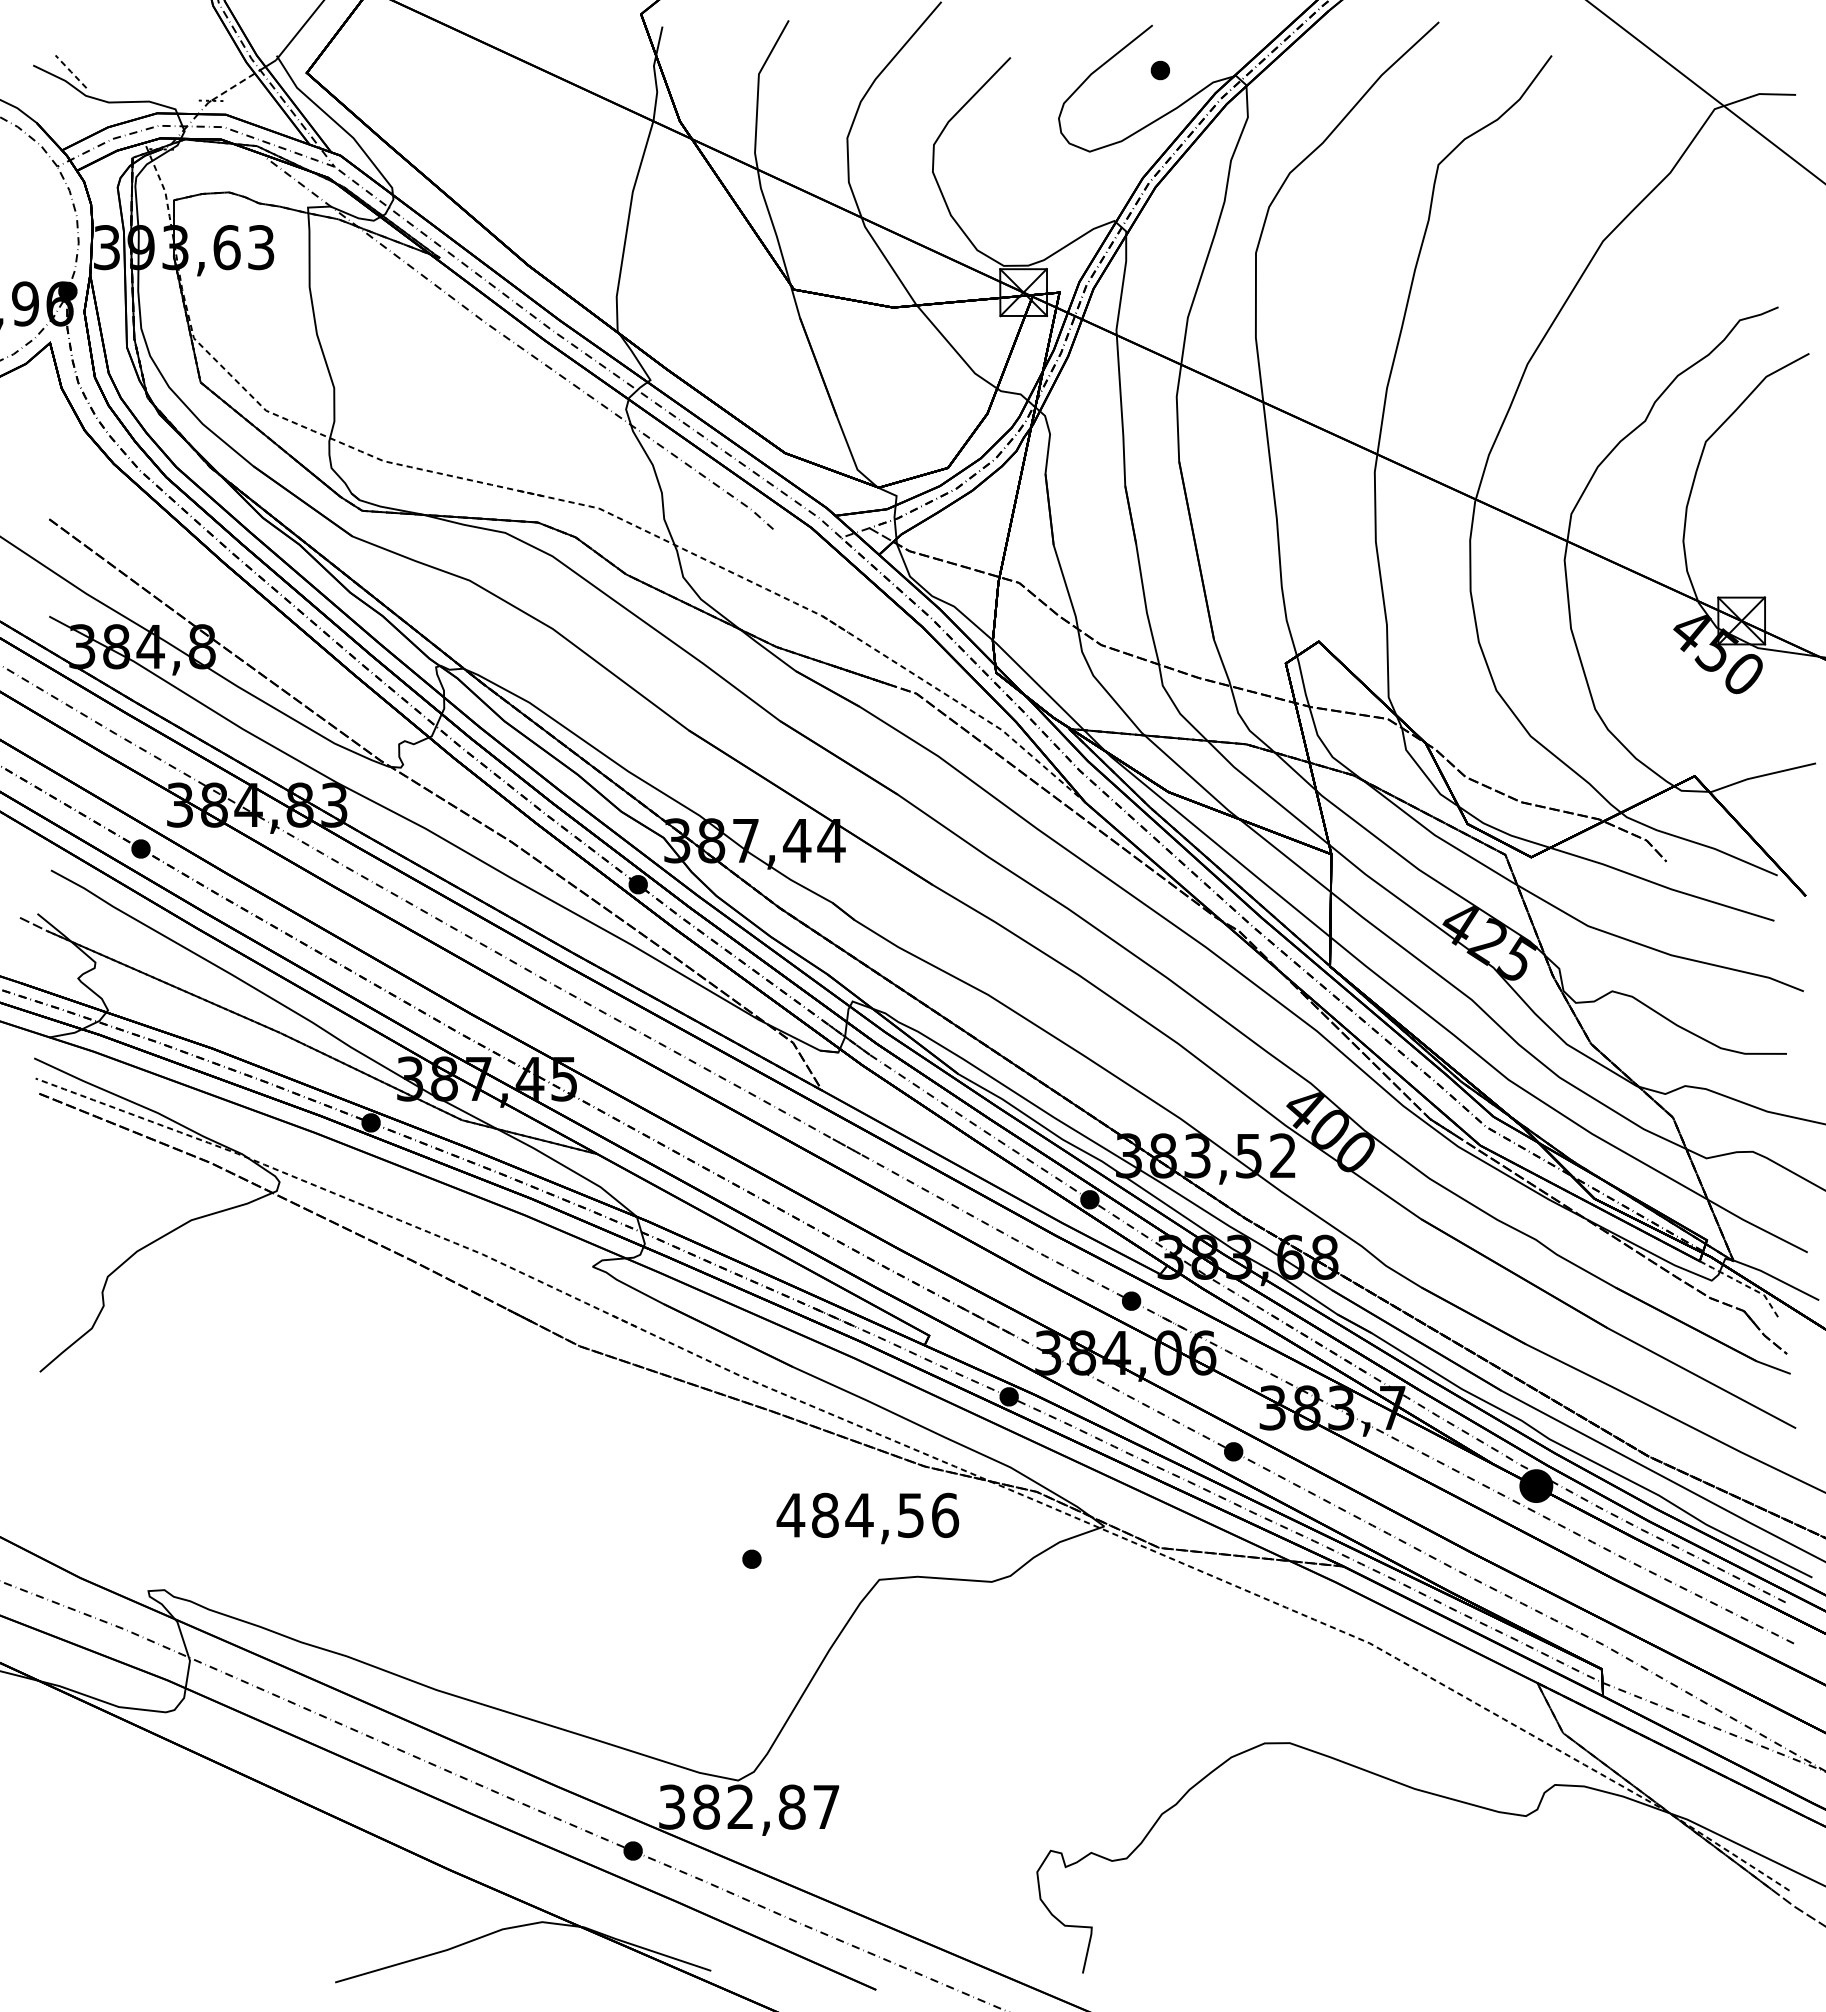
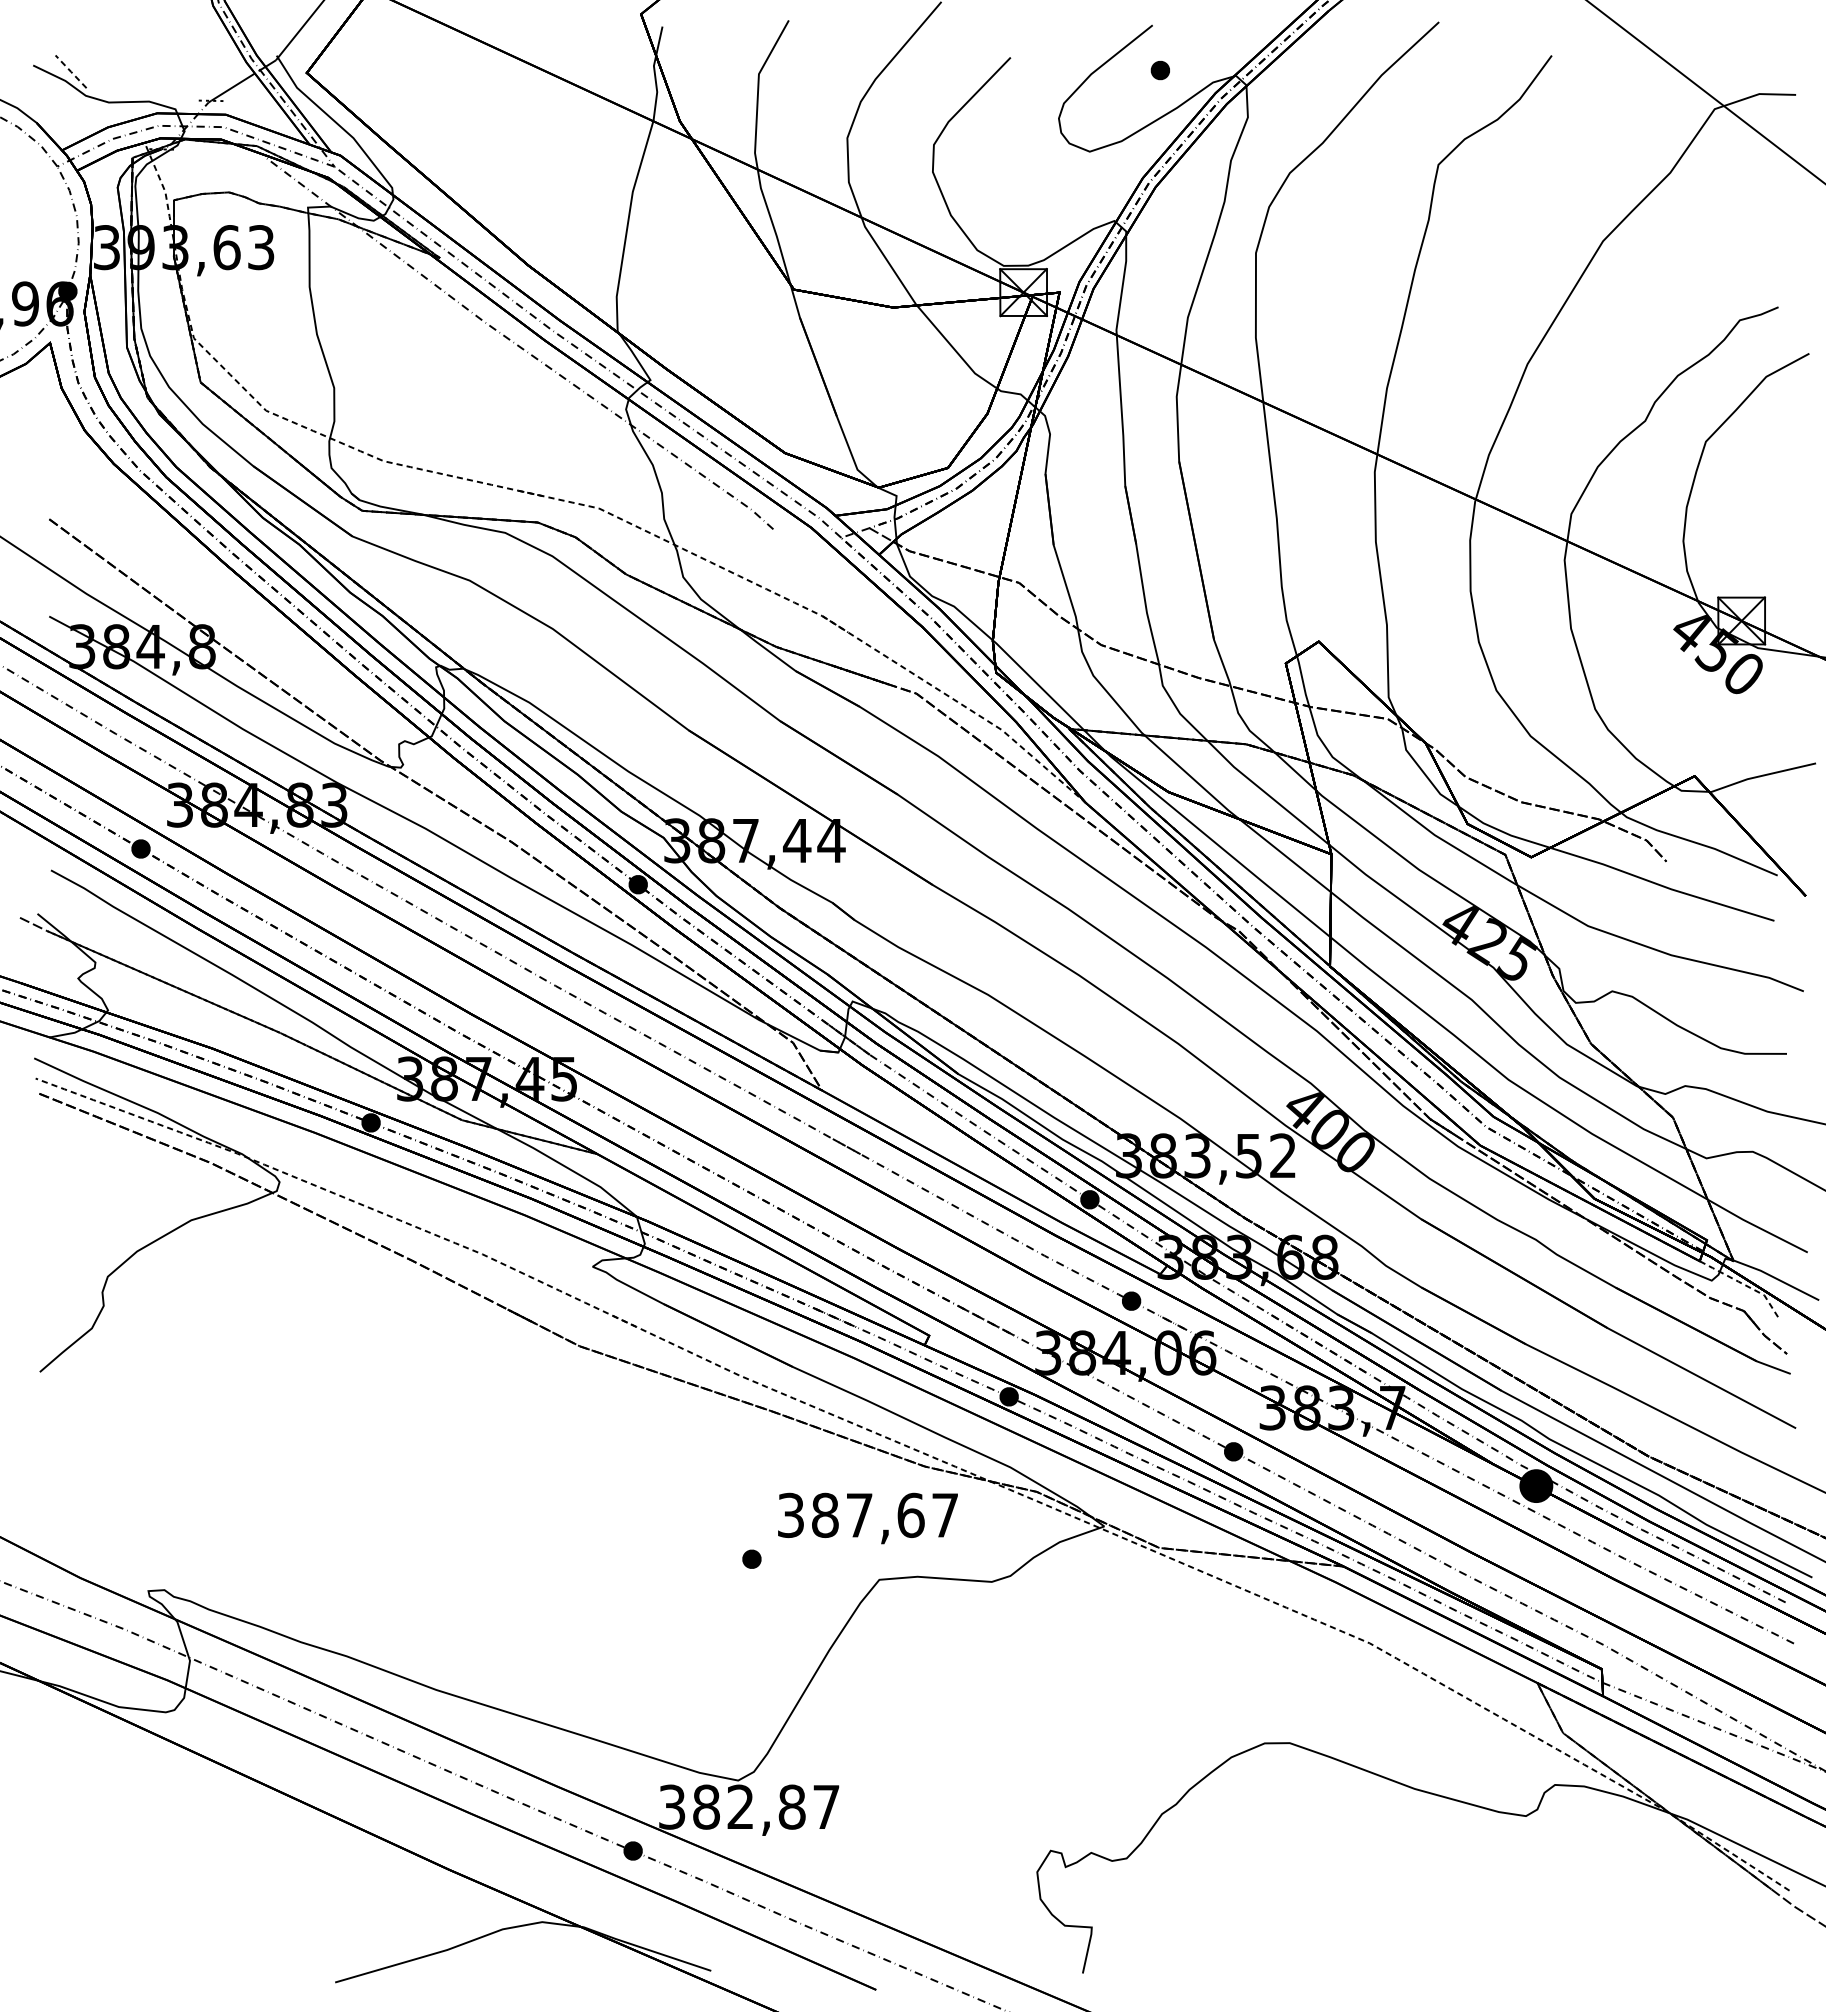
line at (233, 87): dashed -> solid
text at (867, 1515): 484,56 -> 387,67
